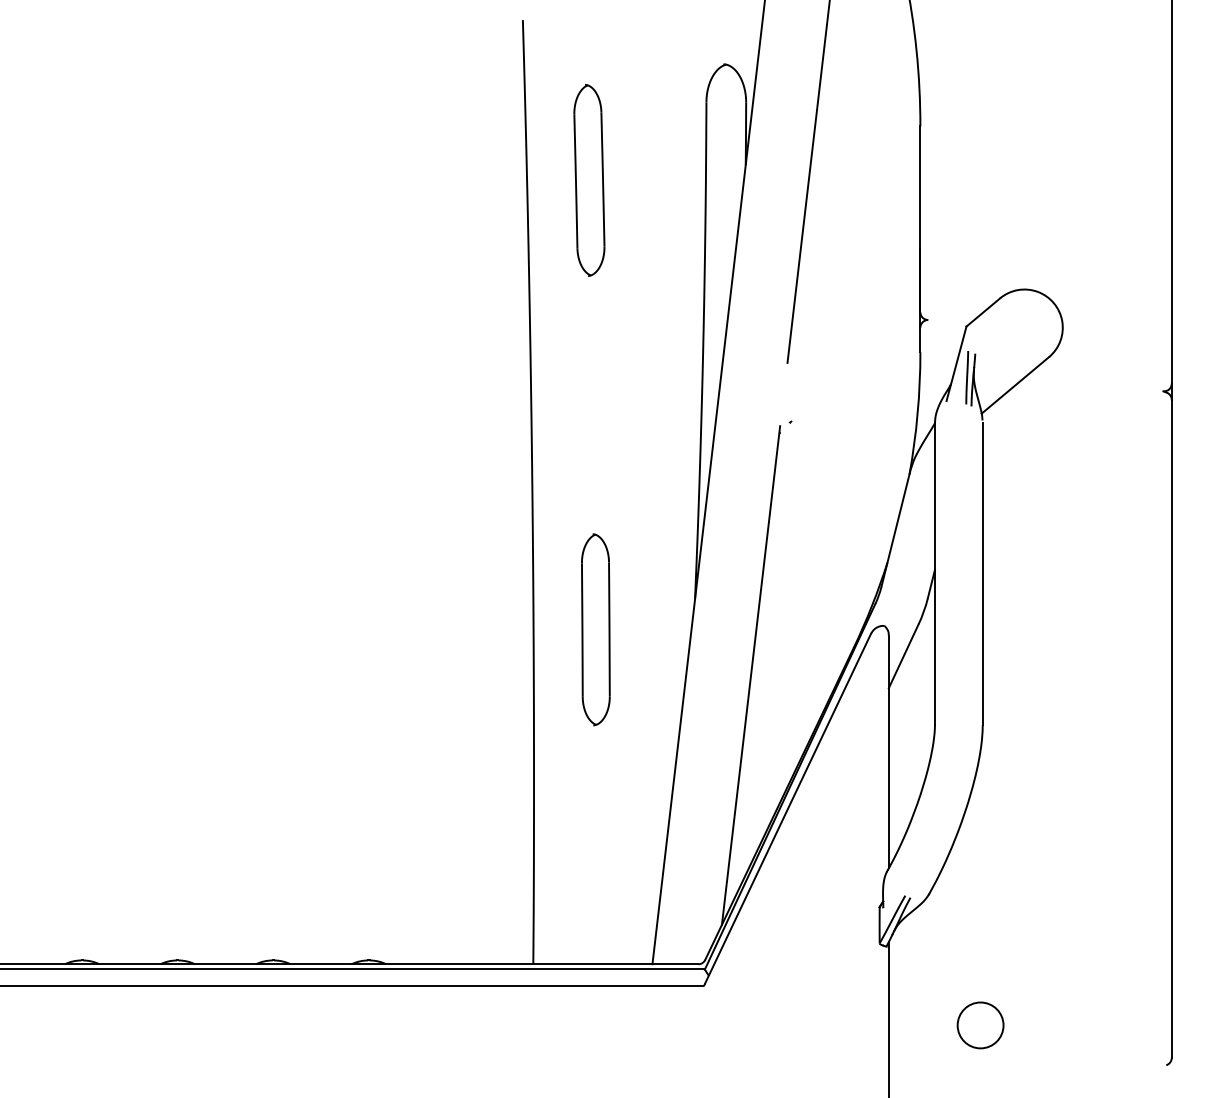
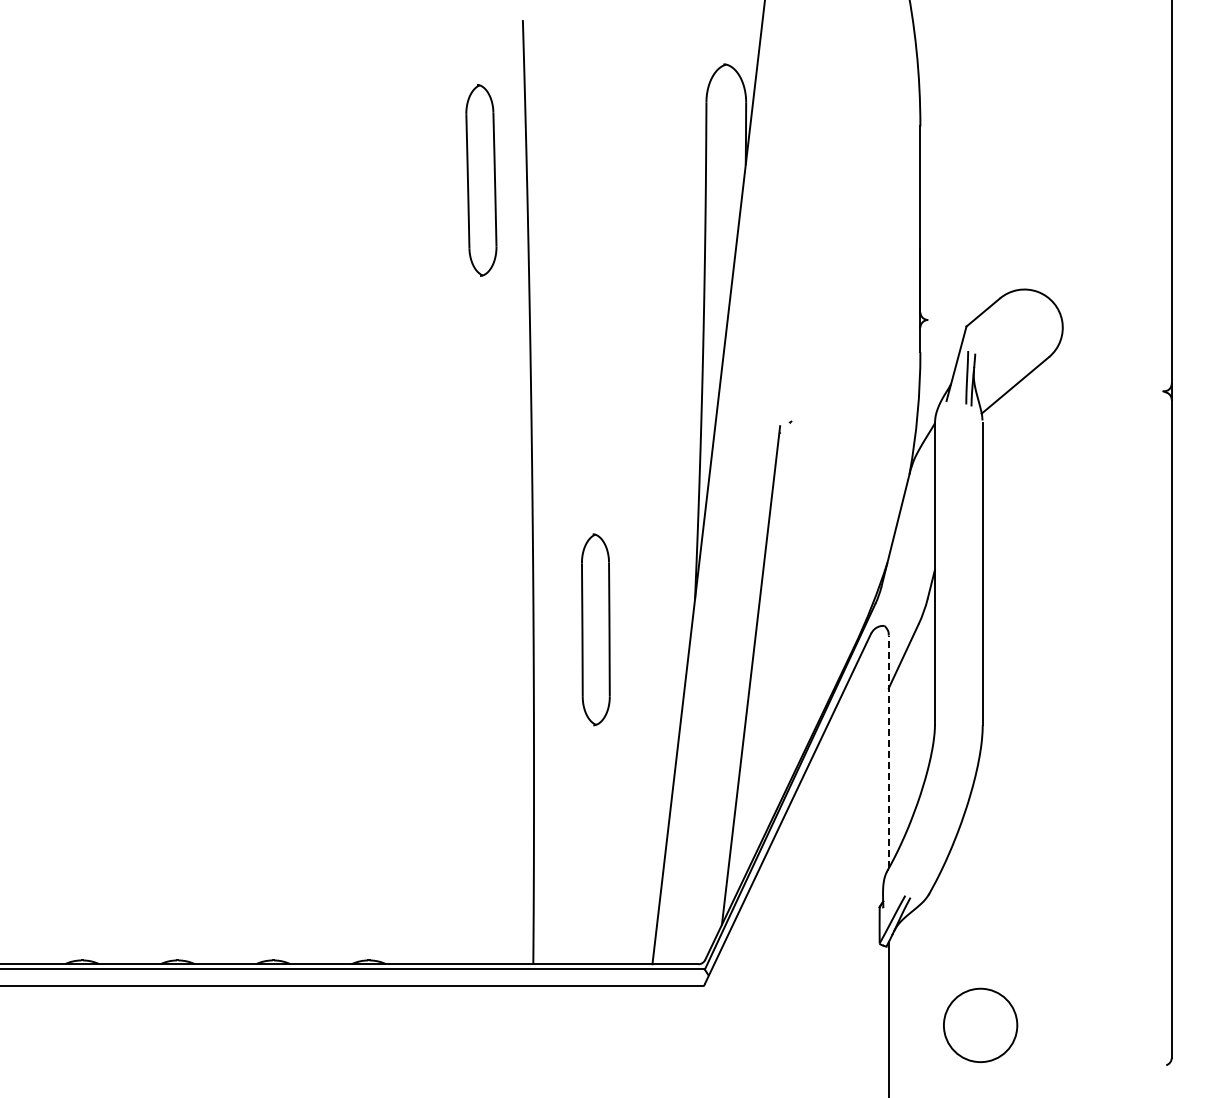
part at (589, 180) position: (589, 180) -> (481, 180)
line at (808, 182): present -> none
line at (888, 751): solid -> dashed
circle at (980, 1025) diameter: 46 px -> 73 px
